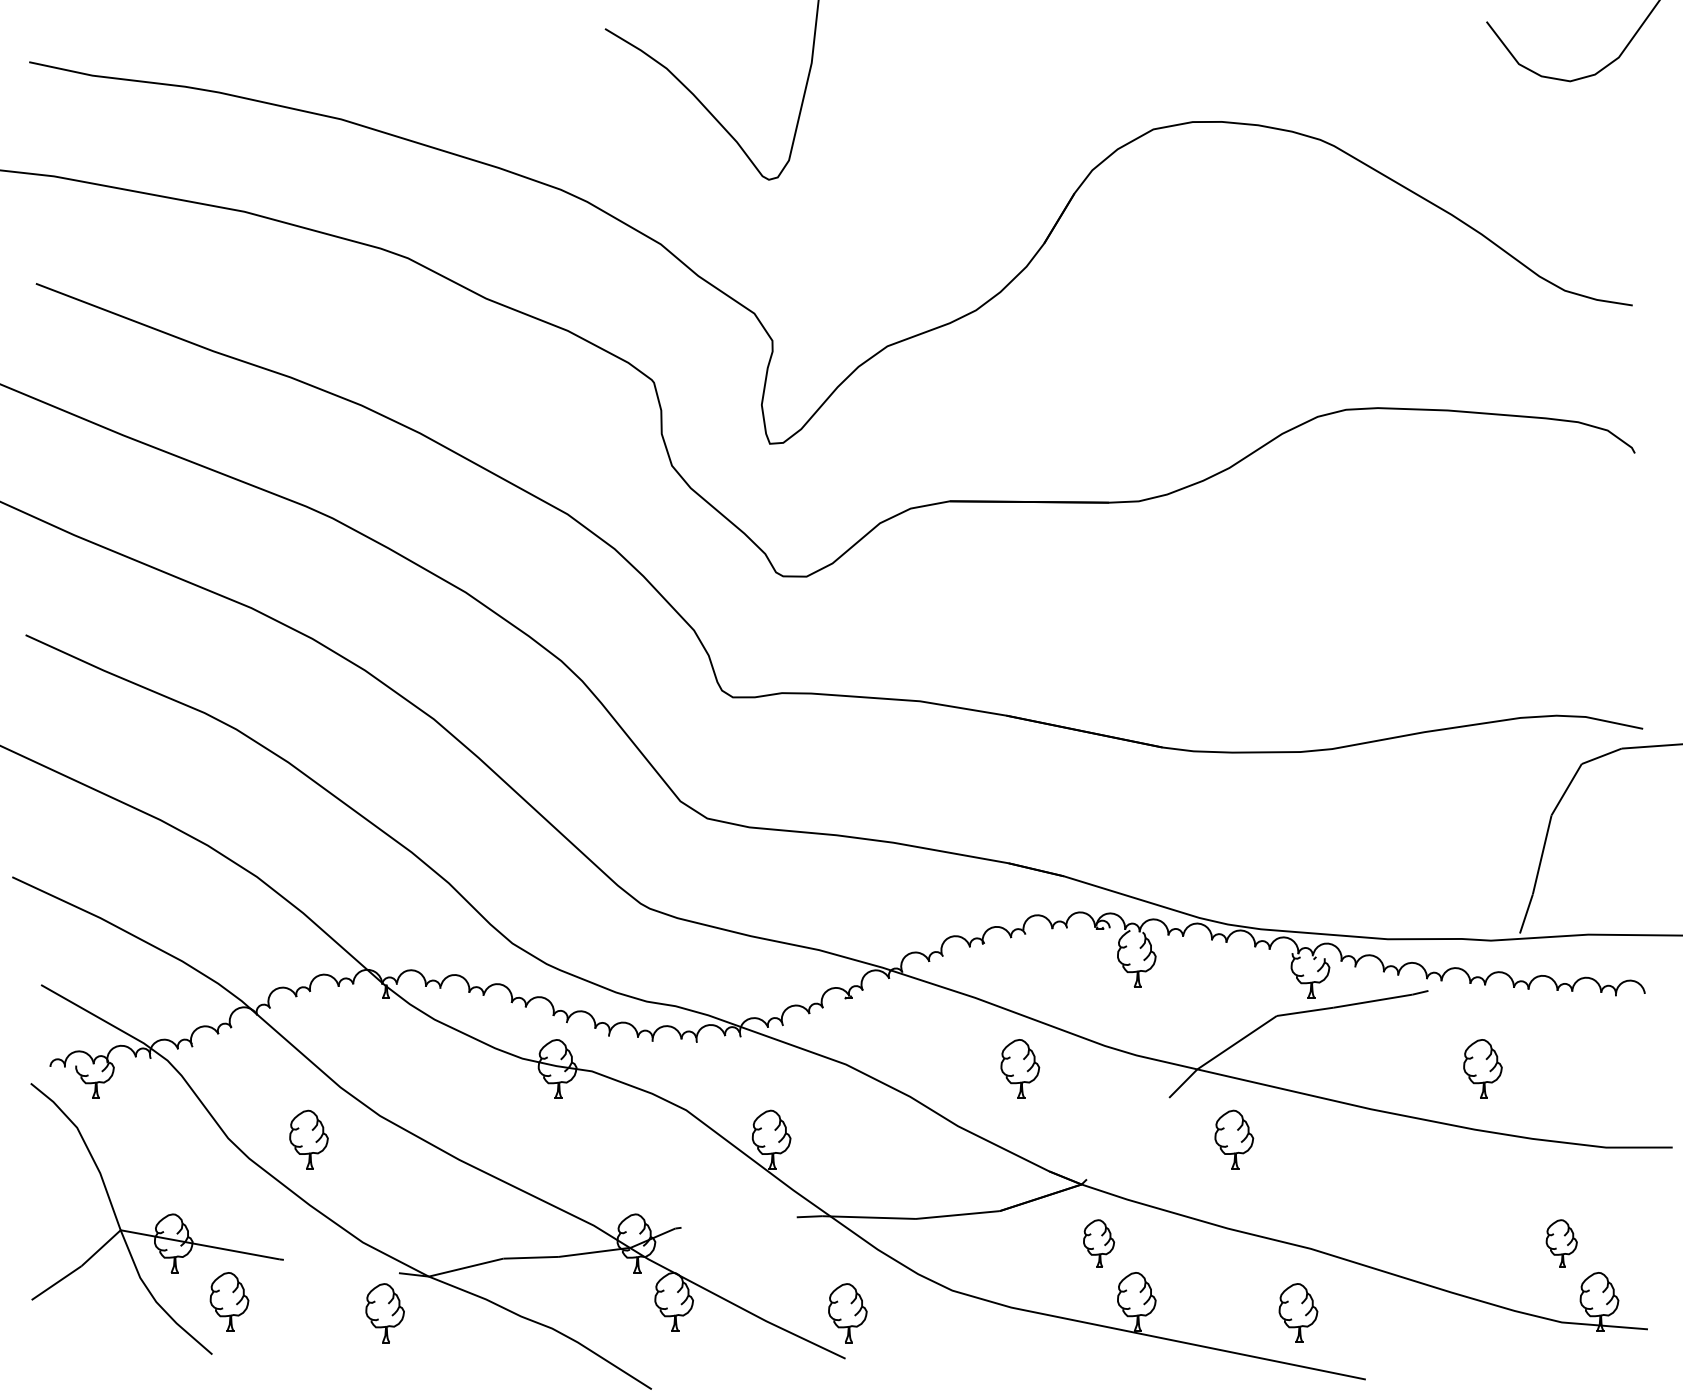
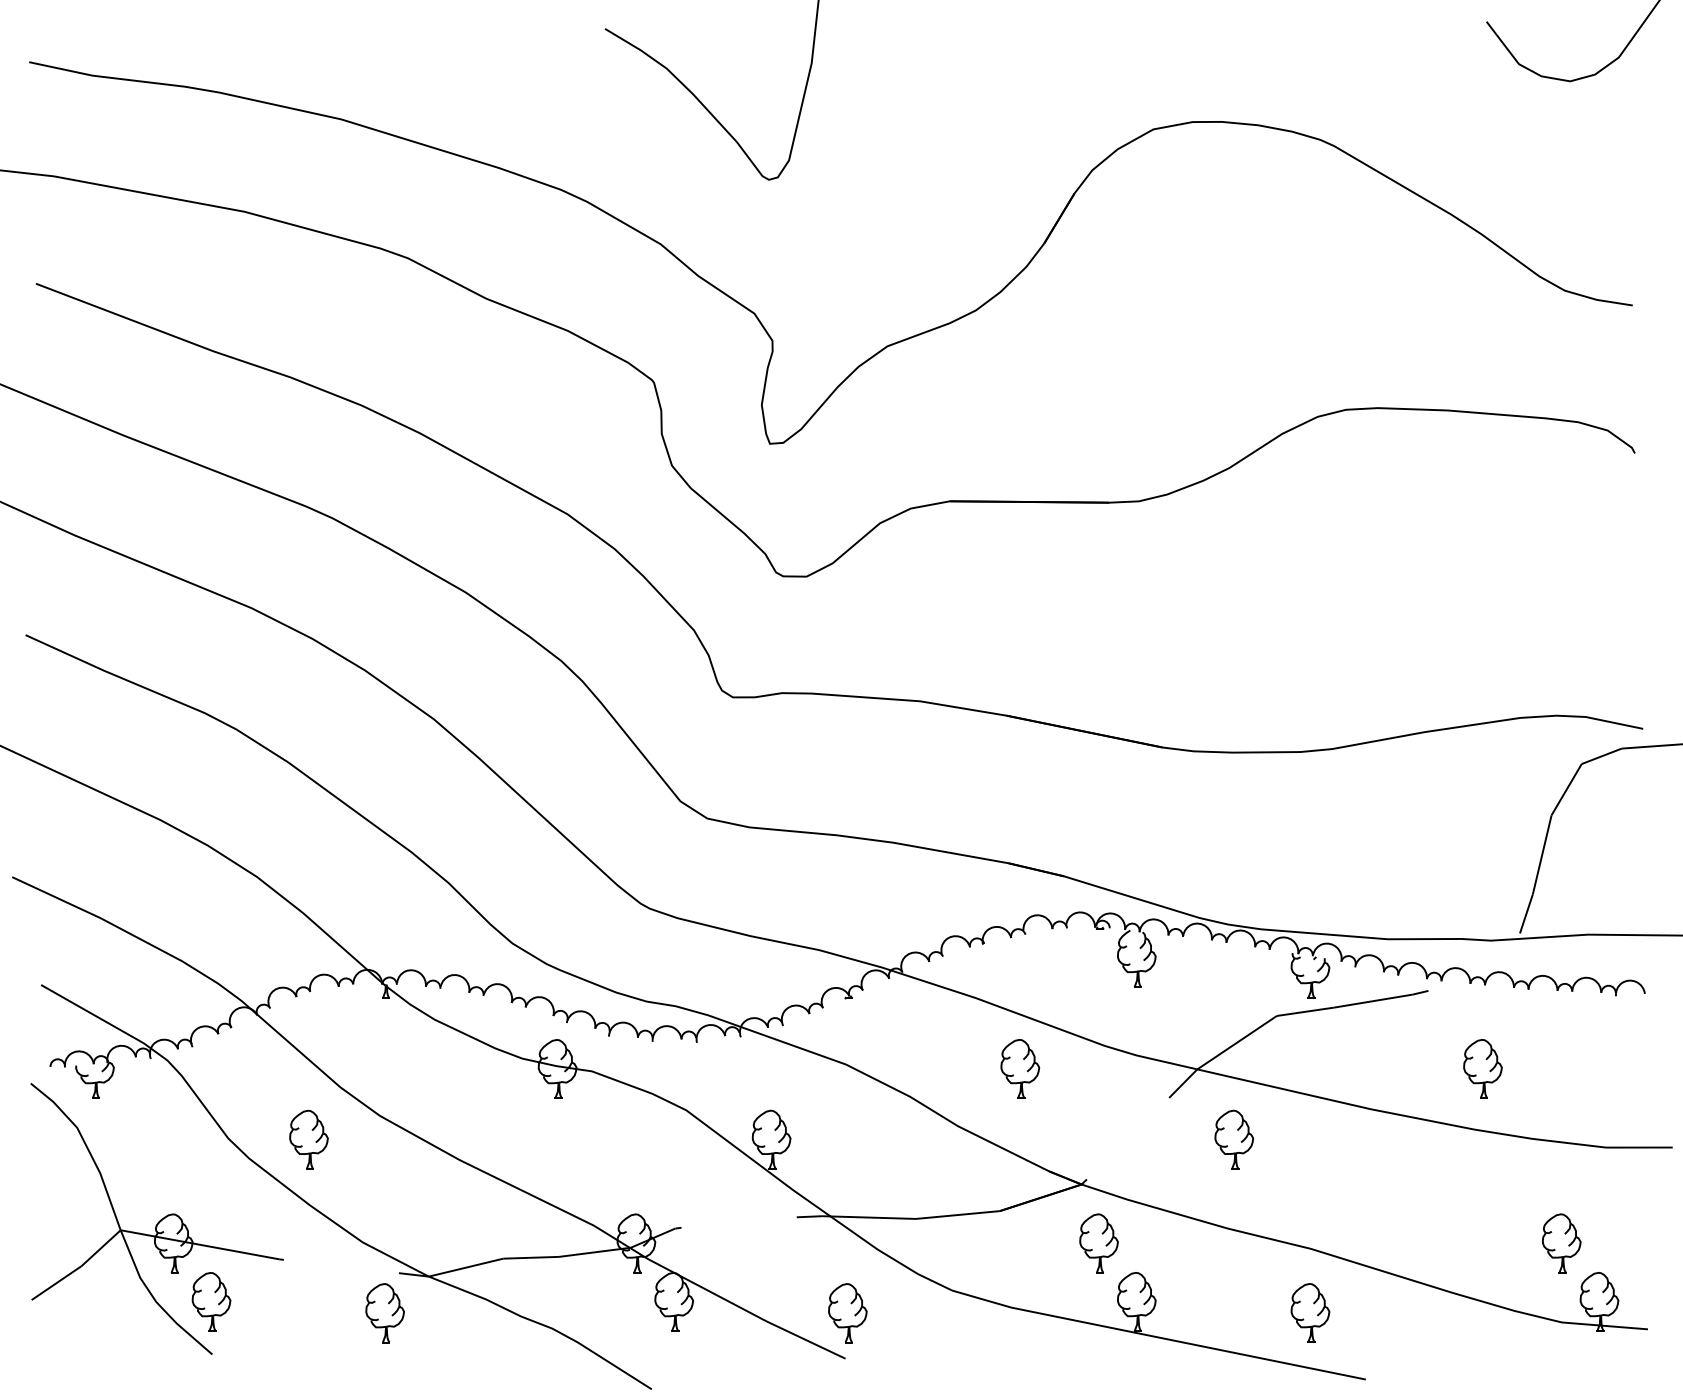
part at (1099, 1243) size: 33x49 px -> 40x61 px
part at (1561, 1243) size: 33x49 px -> 40x61 px
part at (229, 1301) position: (229, 1301) -> (211, 1301)
part at (1298, 1312) position: (1298, 1312) -> (1310, 1312)
